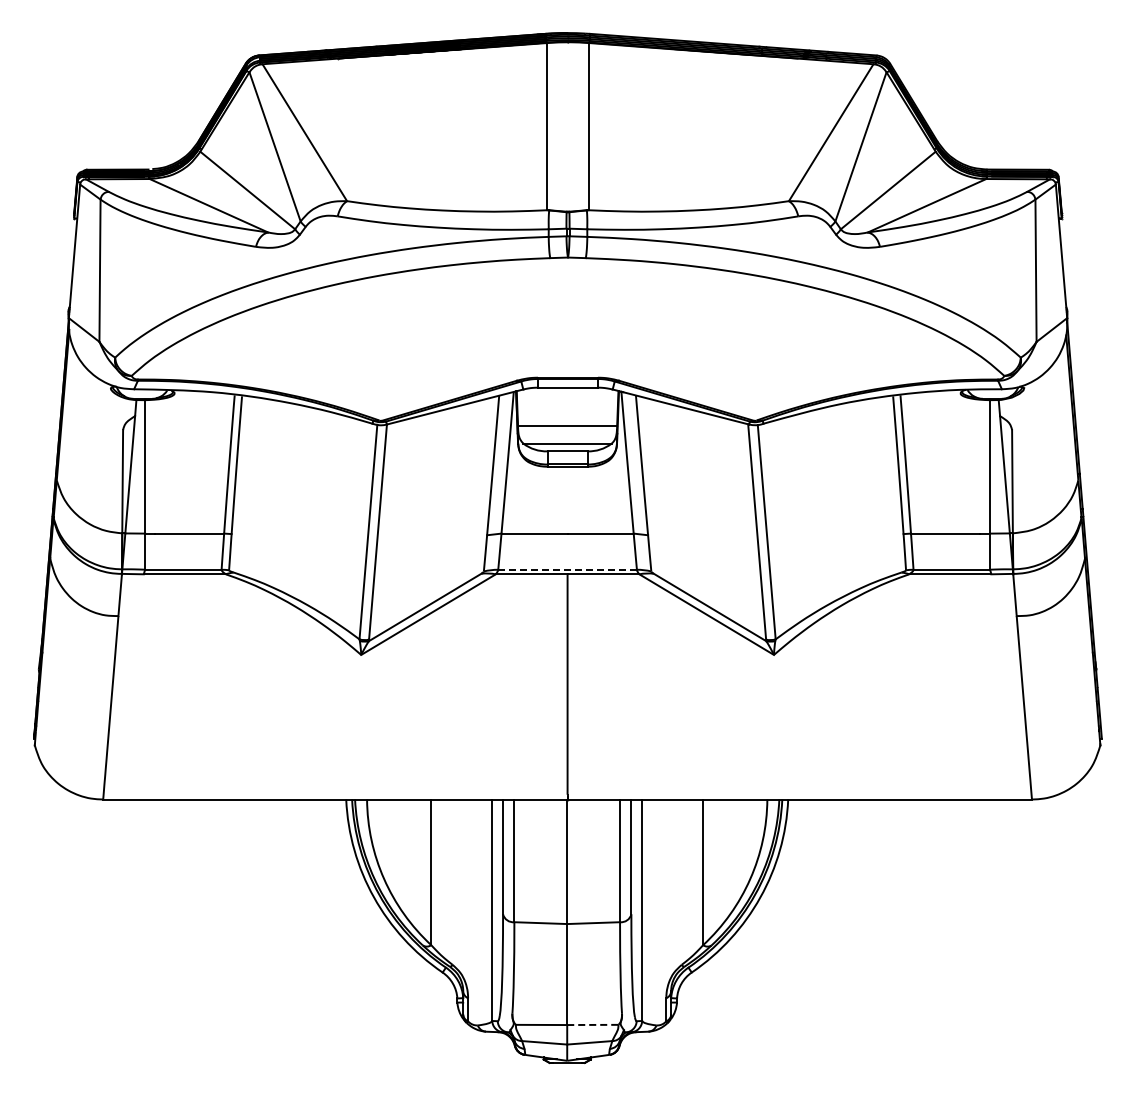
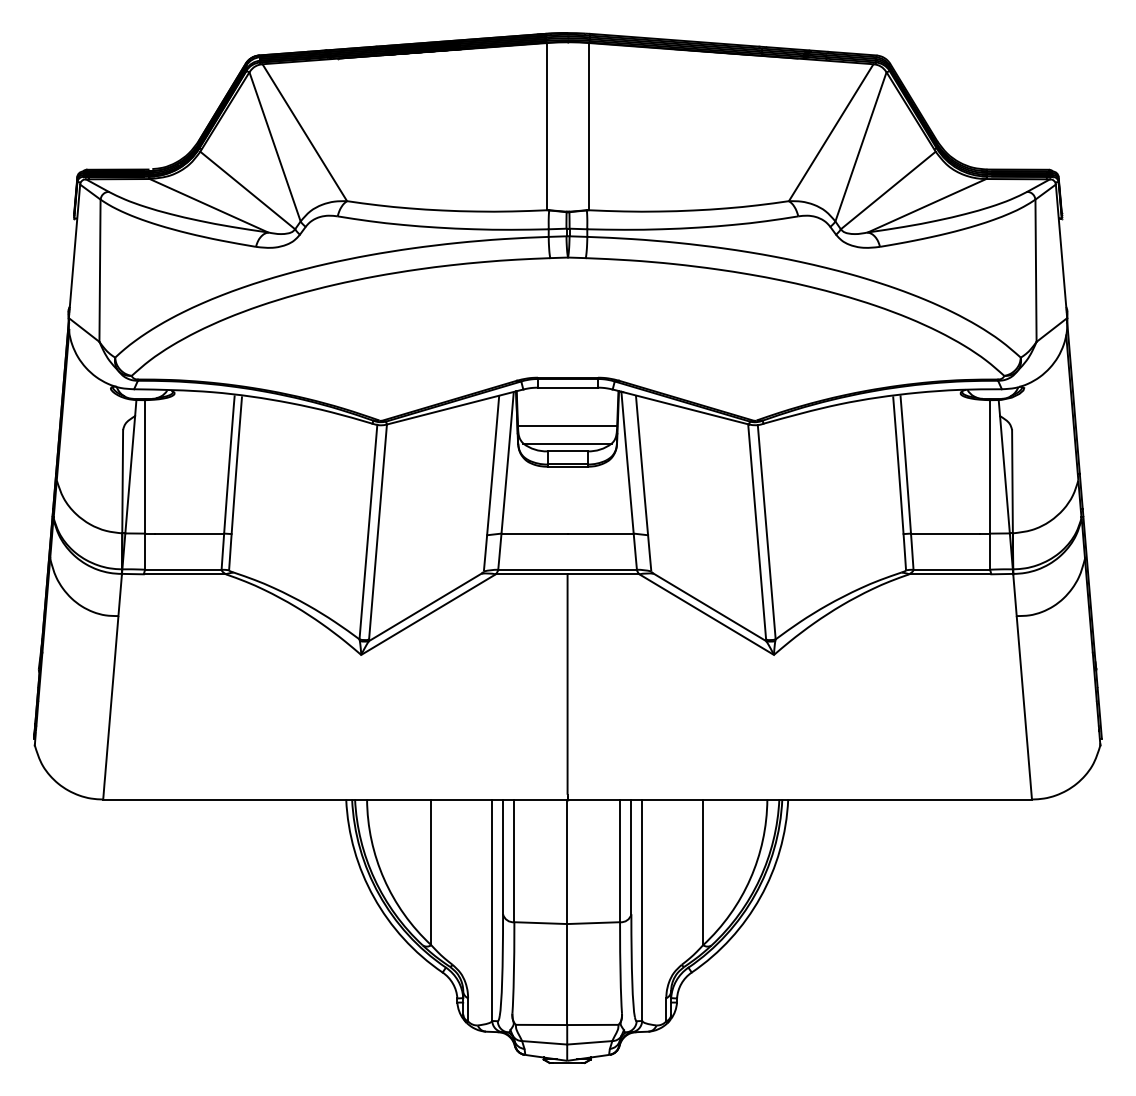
line at (568, 569): dashed -> solid
line at (592, 1024): dashed -> solid
